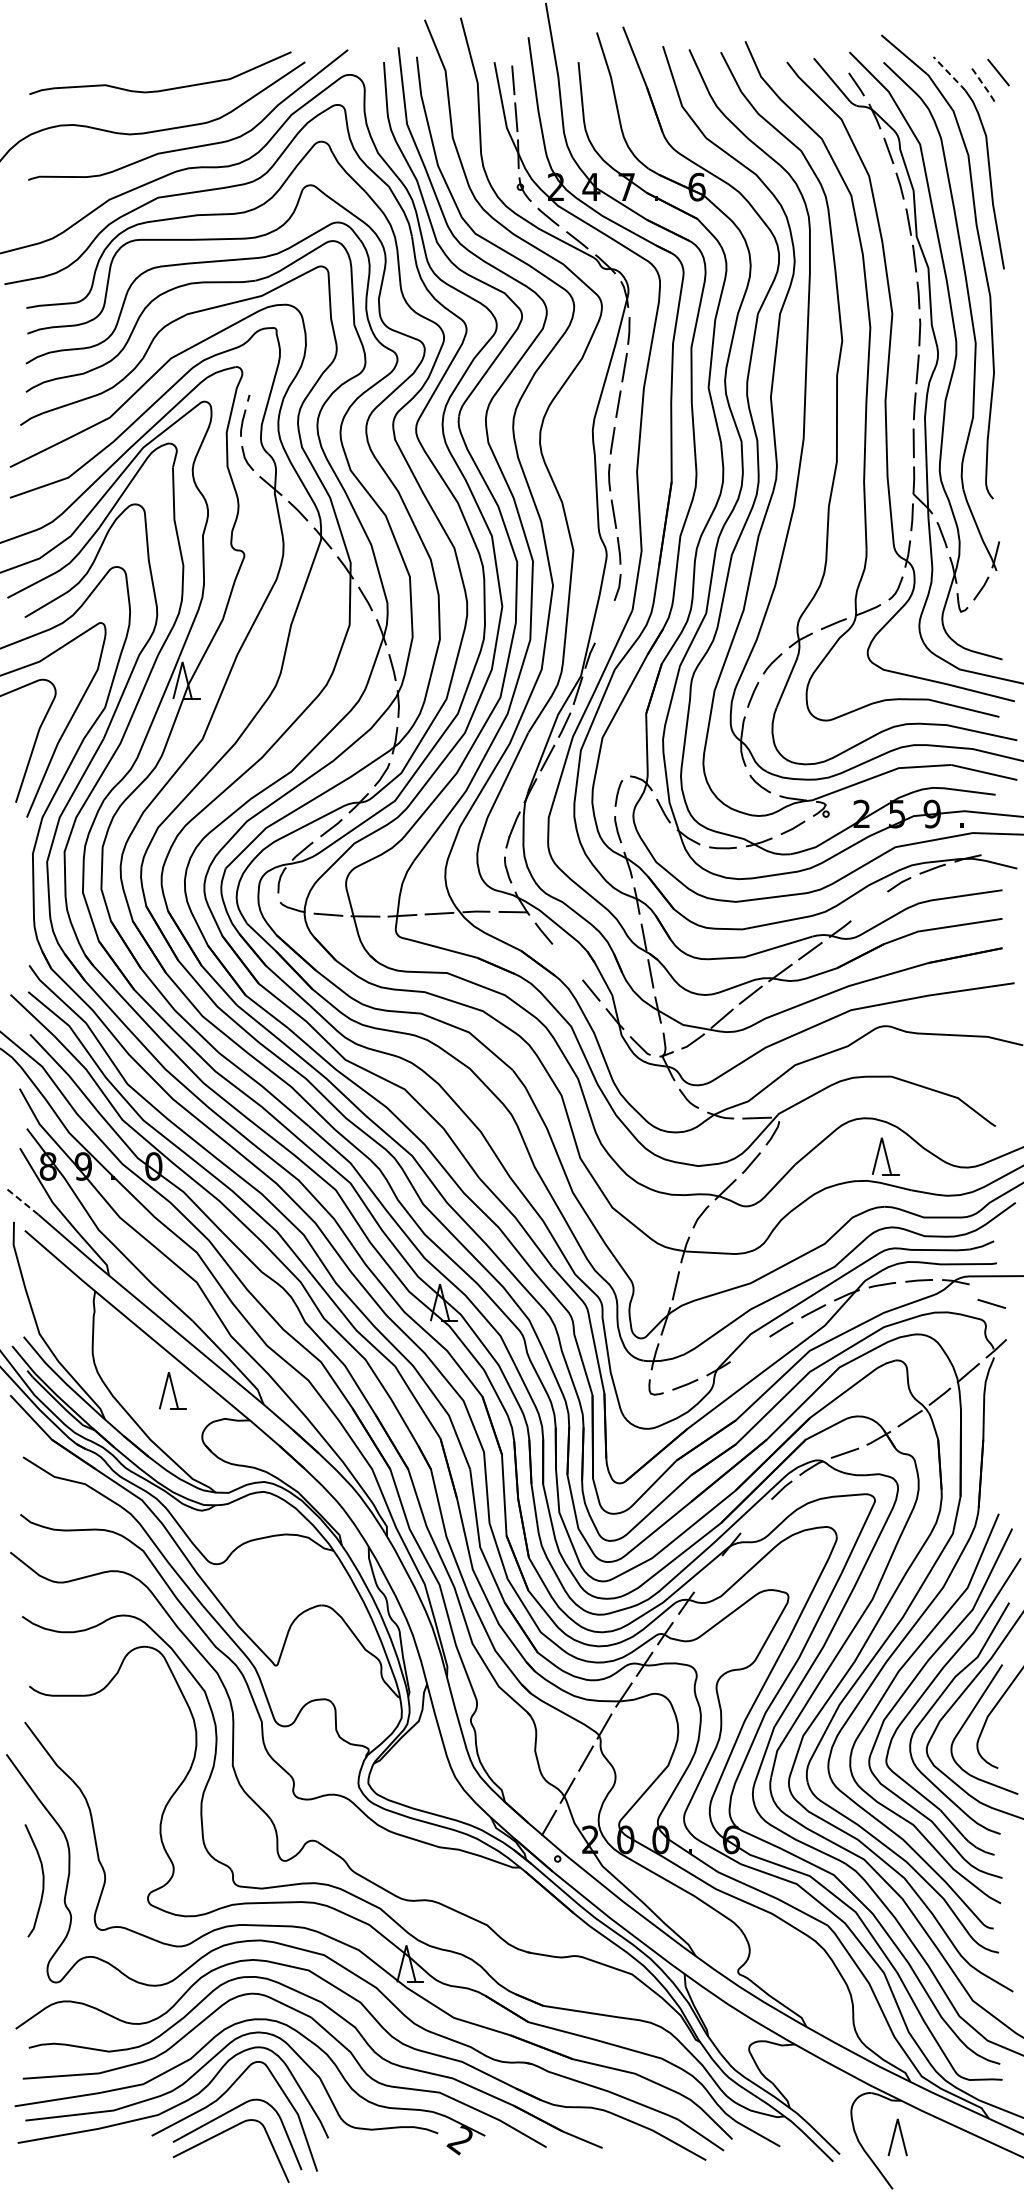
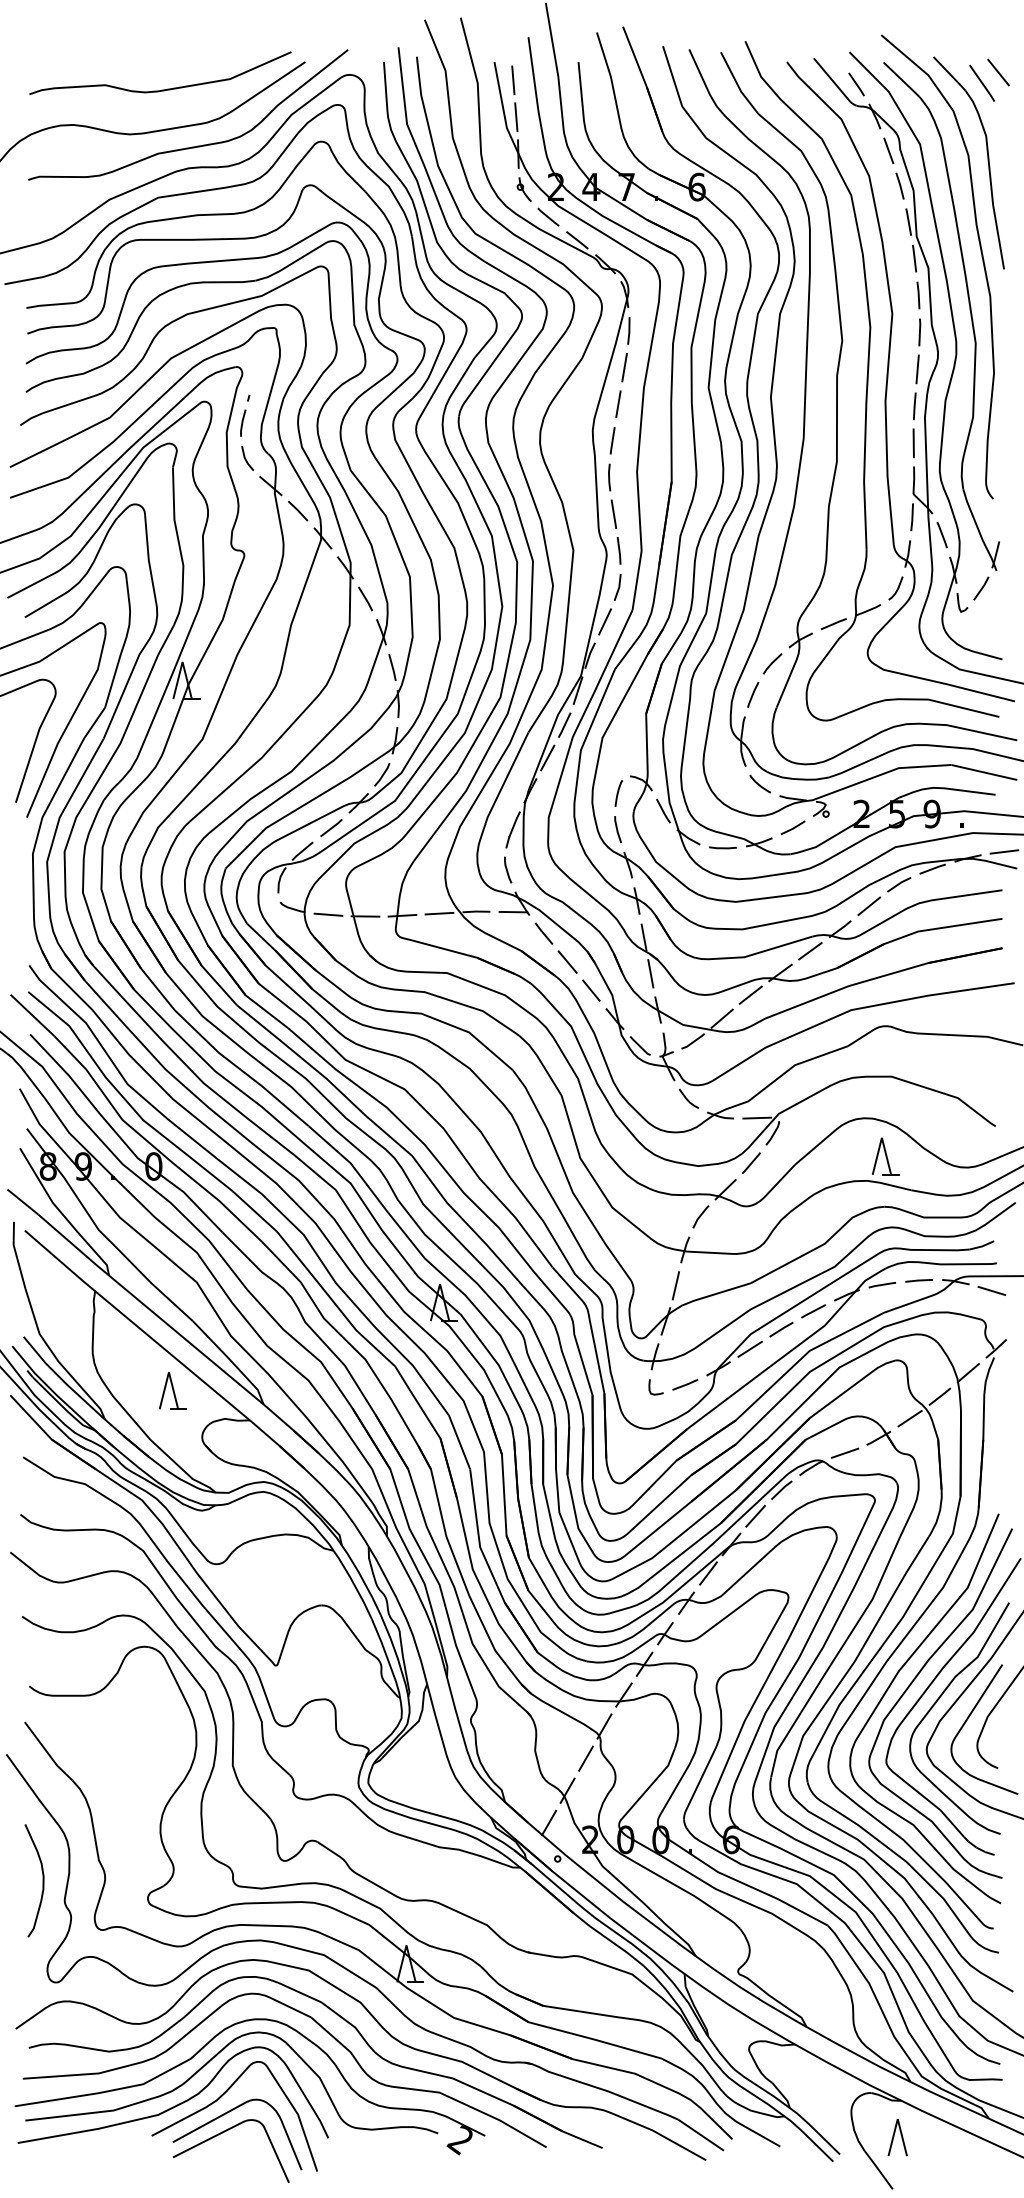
line at (950, 74): dashed -> solid
line at (982, 84): dashed -> solid
line at (604, 621): none -> present
line at (1004, 851): none -> present
line at (869, 906): none -> present
line at (567, 961): none -> present
line at (22, 1202): dashed -> solid
line at (991, 1303) position: (991, 1303) -> (991, 1290)
line at (749, 1348): none -> present
line at (755, 1516): none -> present
line at (708, 1573): none -> present
